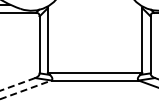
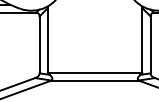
line at (17, 84): dashed -> solid
line at (26, 89): dashed -> solid
